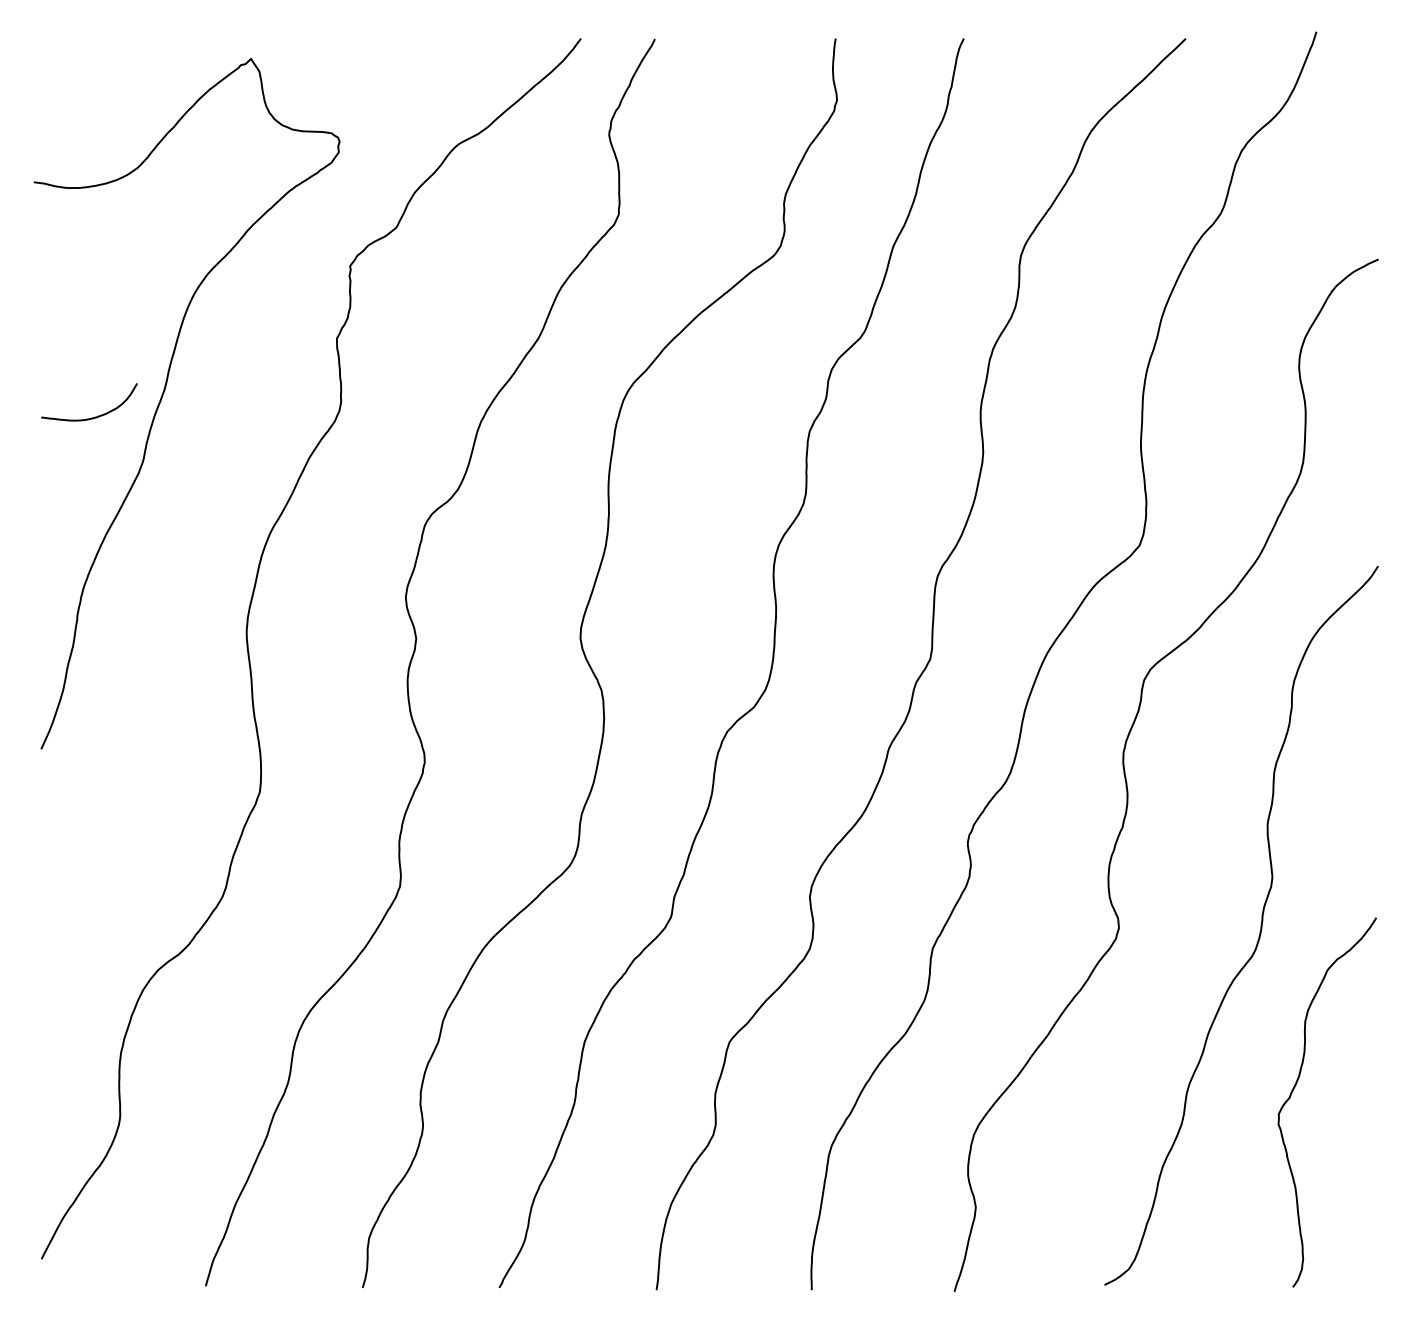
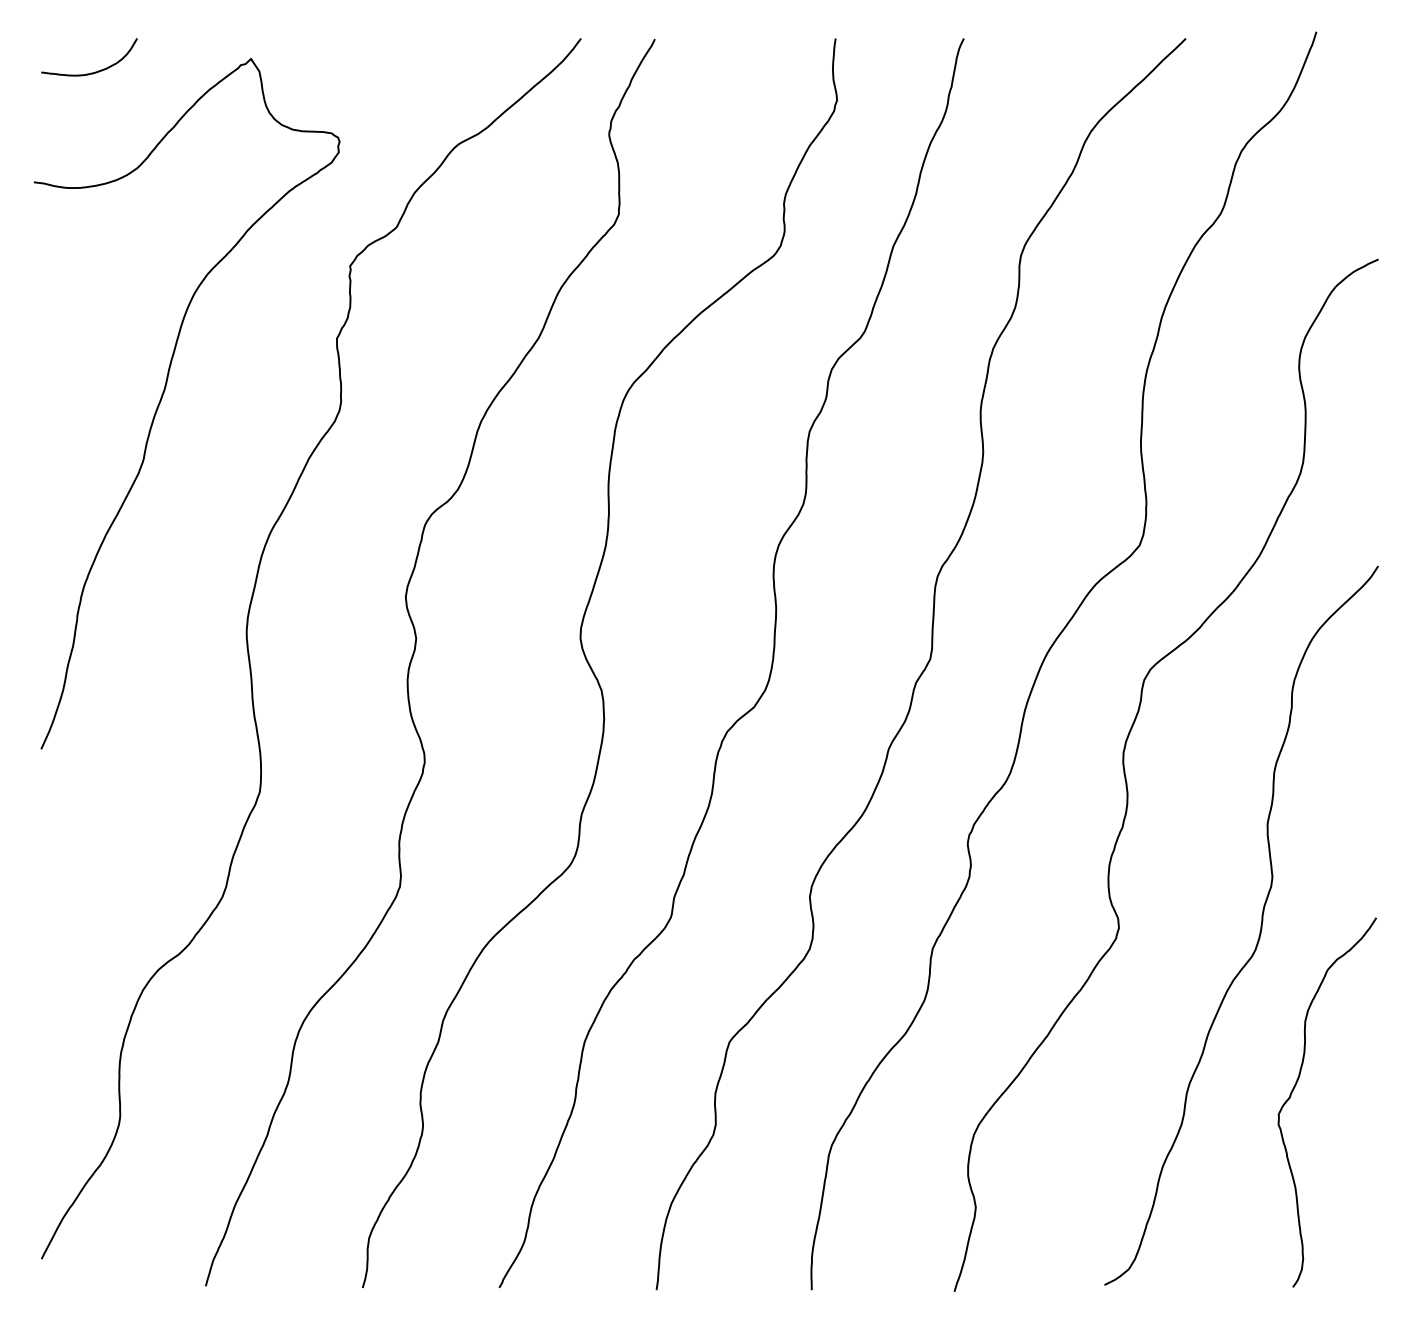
curve at (91, 417) position: (91, 417) -> (91, 72)
